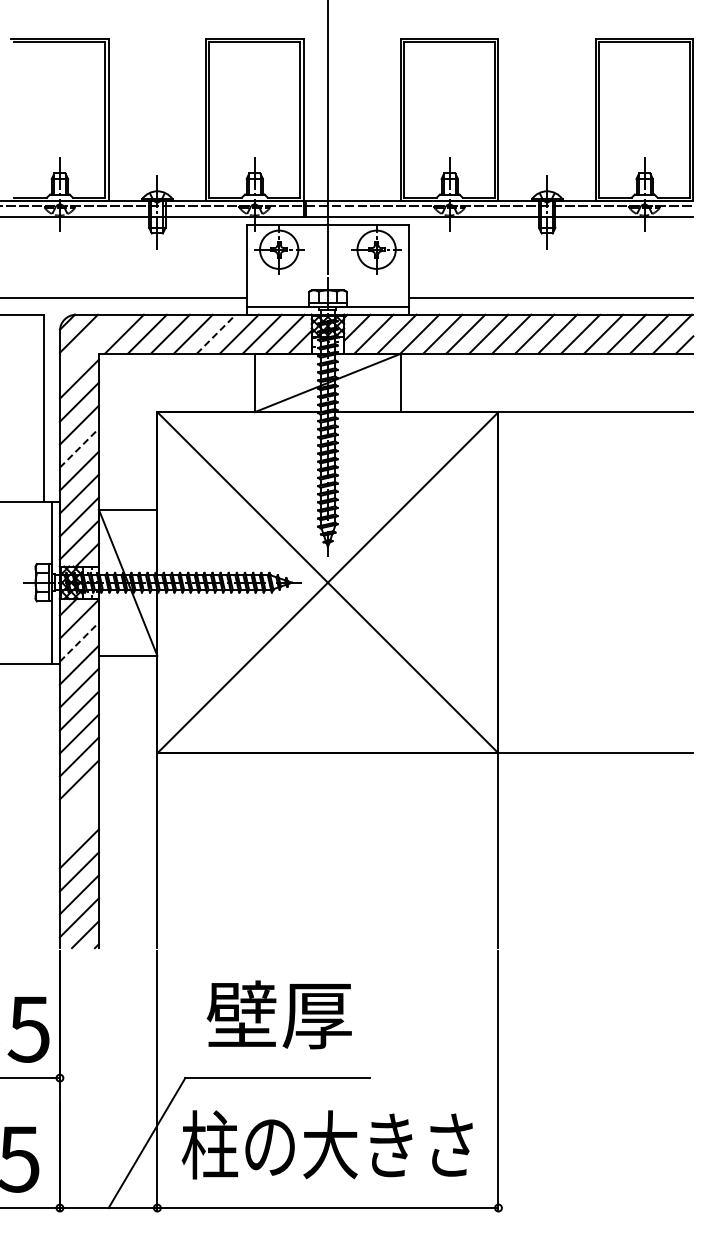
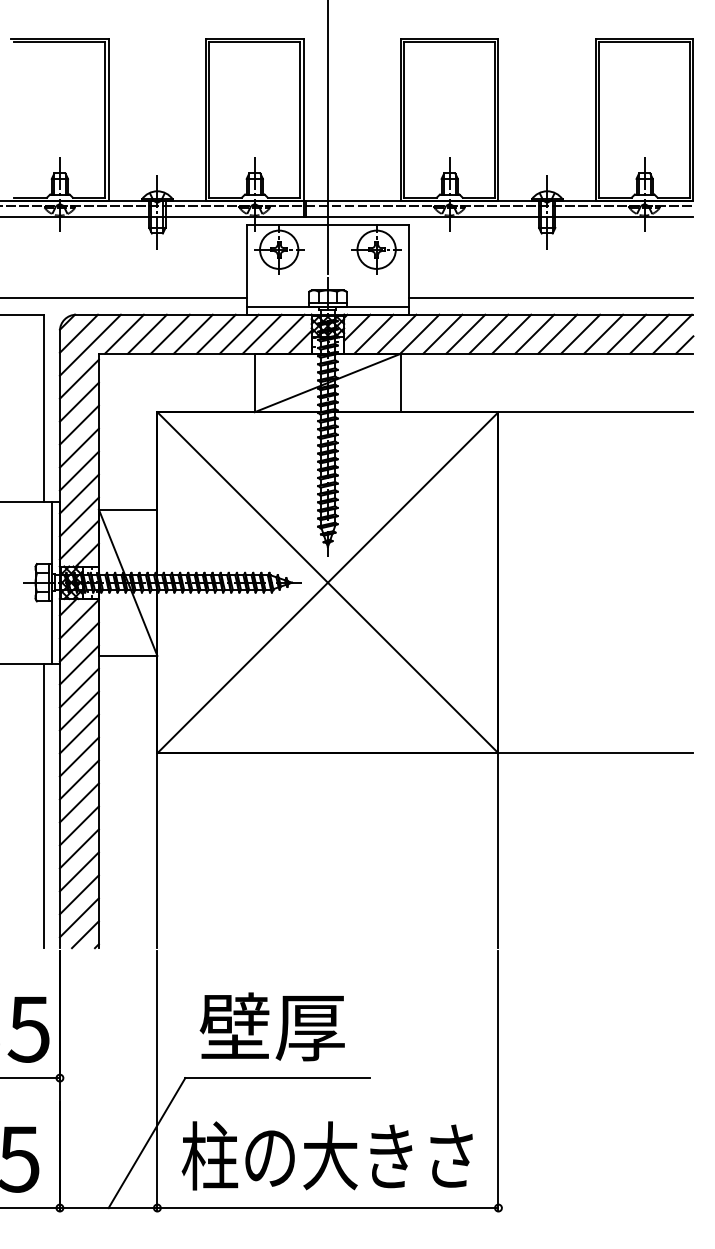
line at (216, 334): dashed -> solid
line at (89, 344): none -> present
line at (79, 448): dashed -> solid
line at (79, 642): dashed -> solid
line at (78, 802): none -> present
line at (43, 805): none -> present
line at (78, 825): none -> present
text at (278, 1014) position: (278, 1014) -> (271, 1026)
text at (326, 1144) position: (326, 1144) -> (326, 1155)
